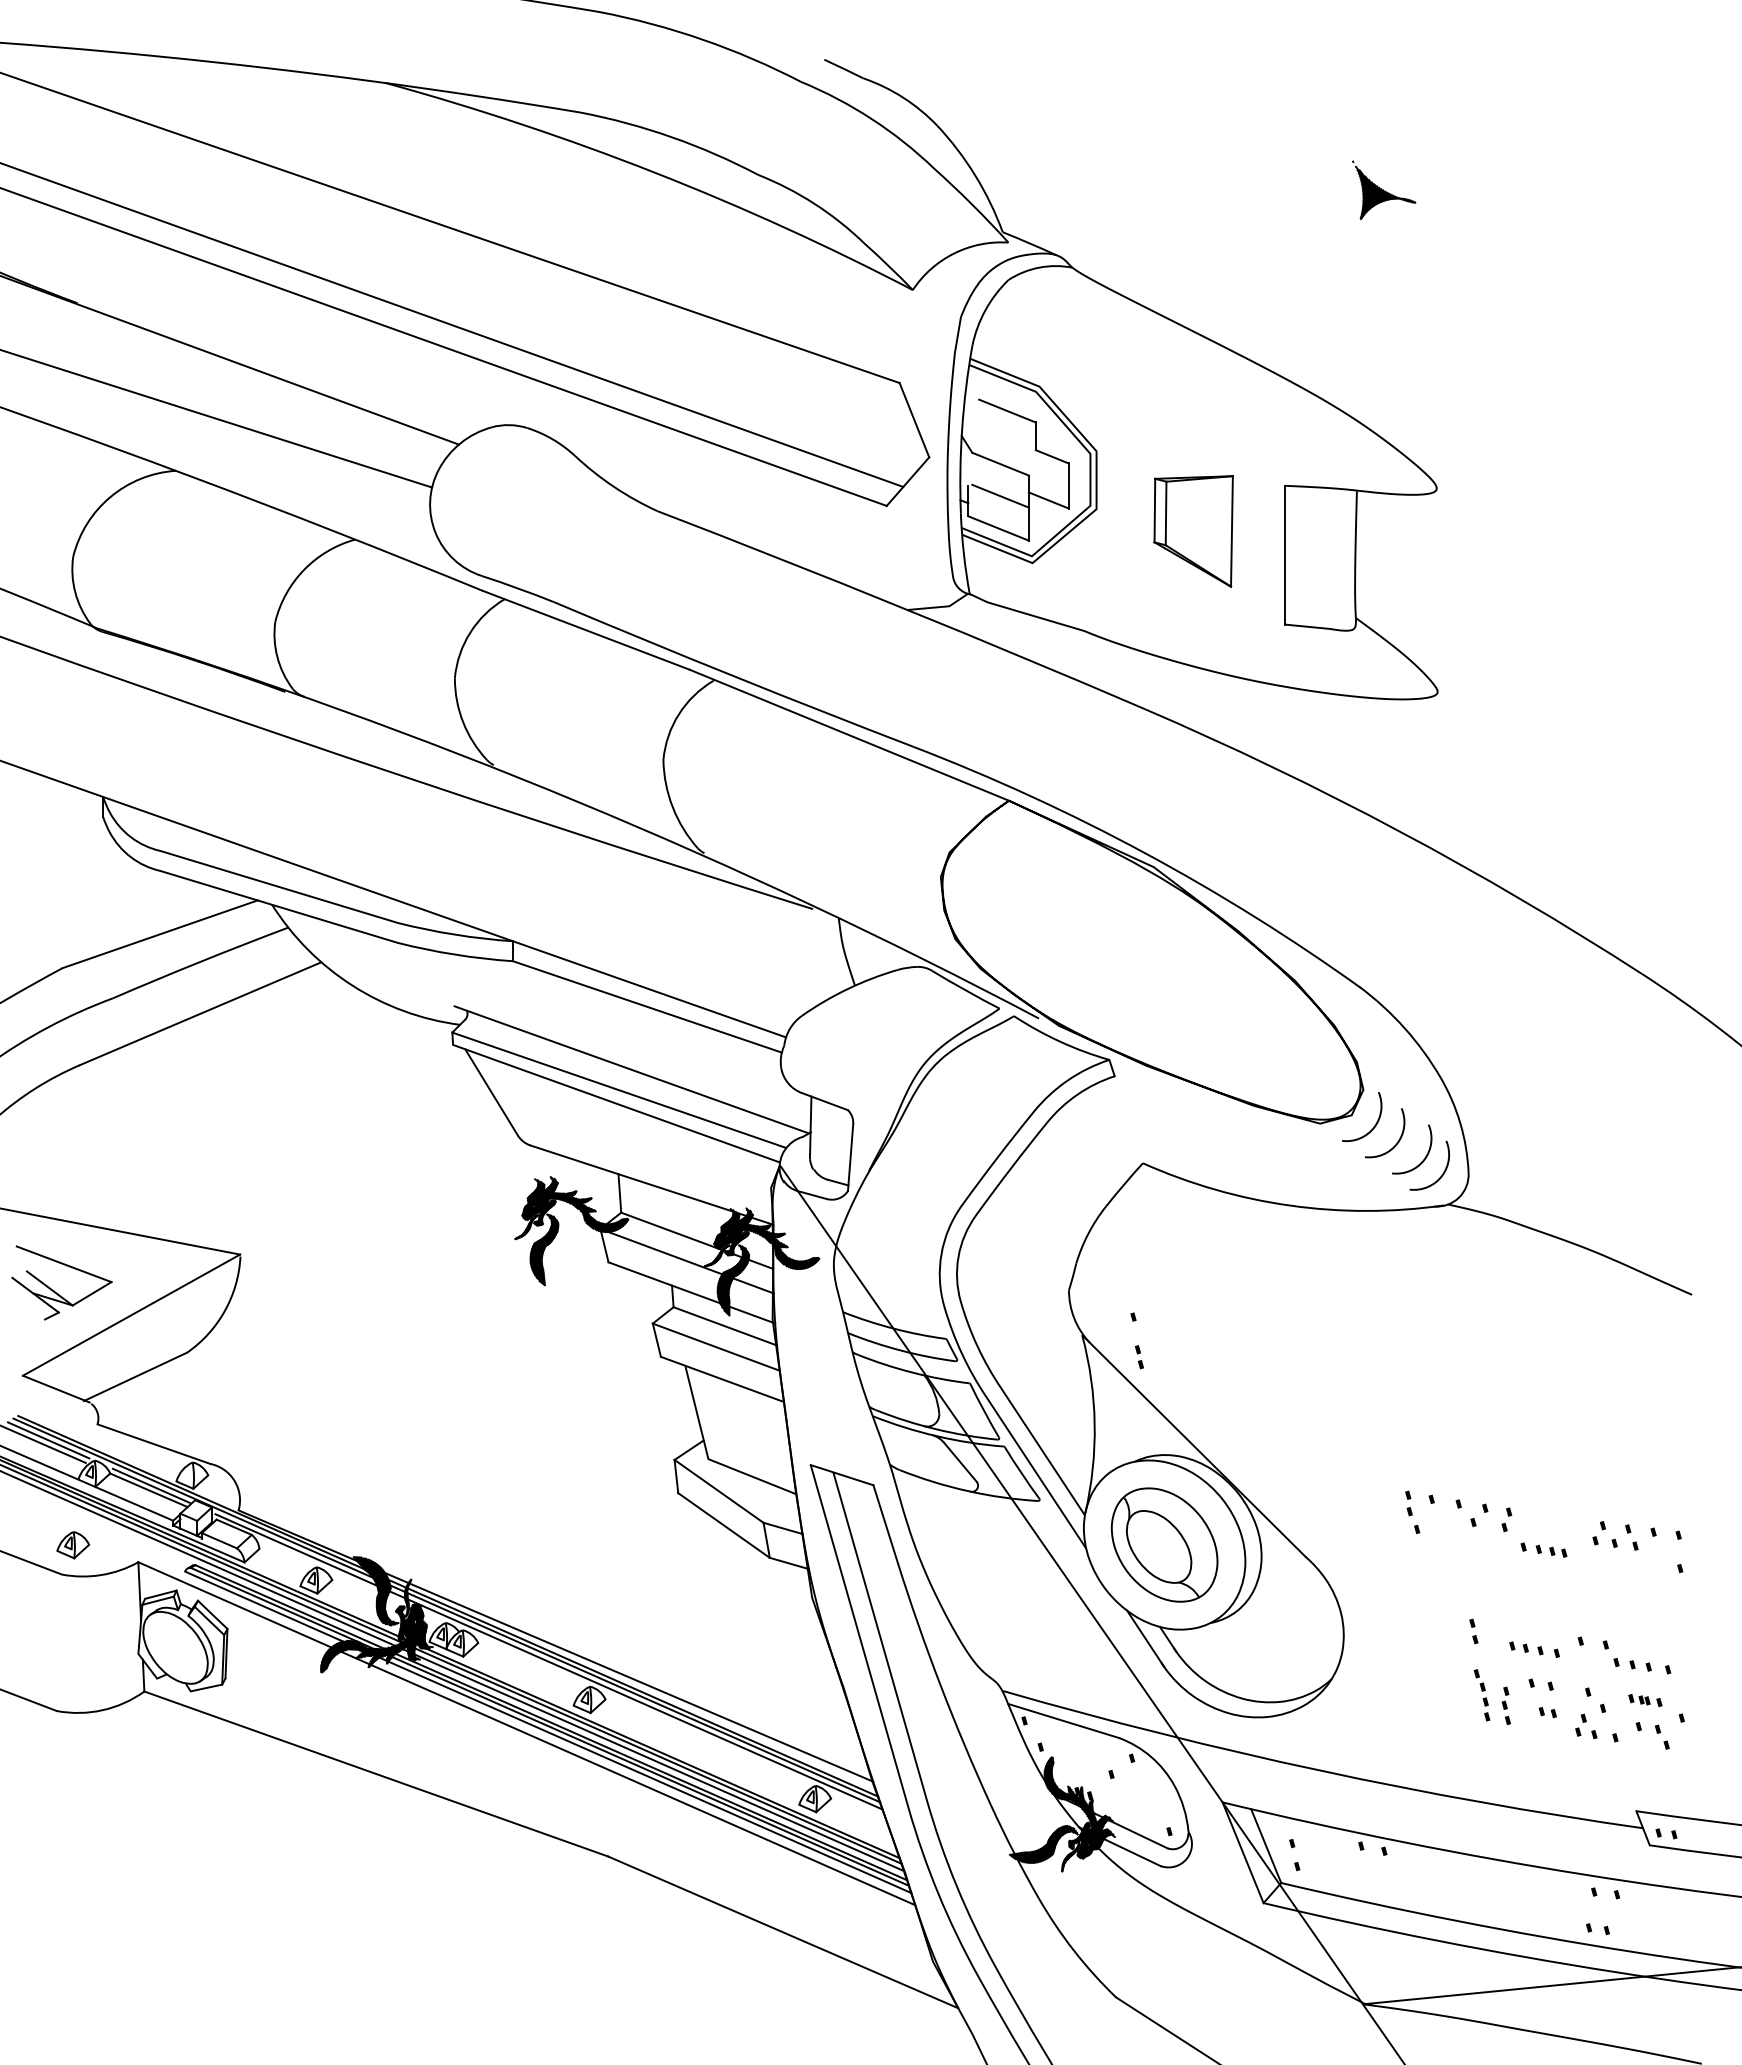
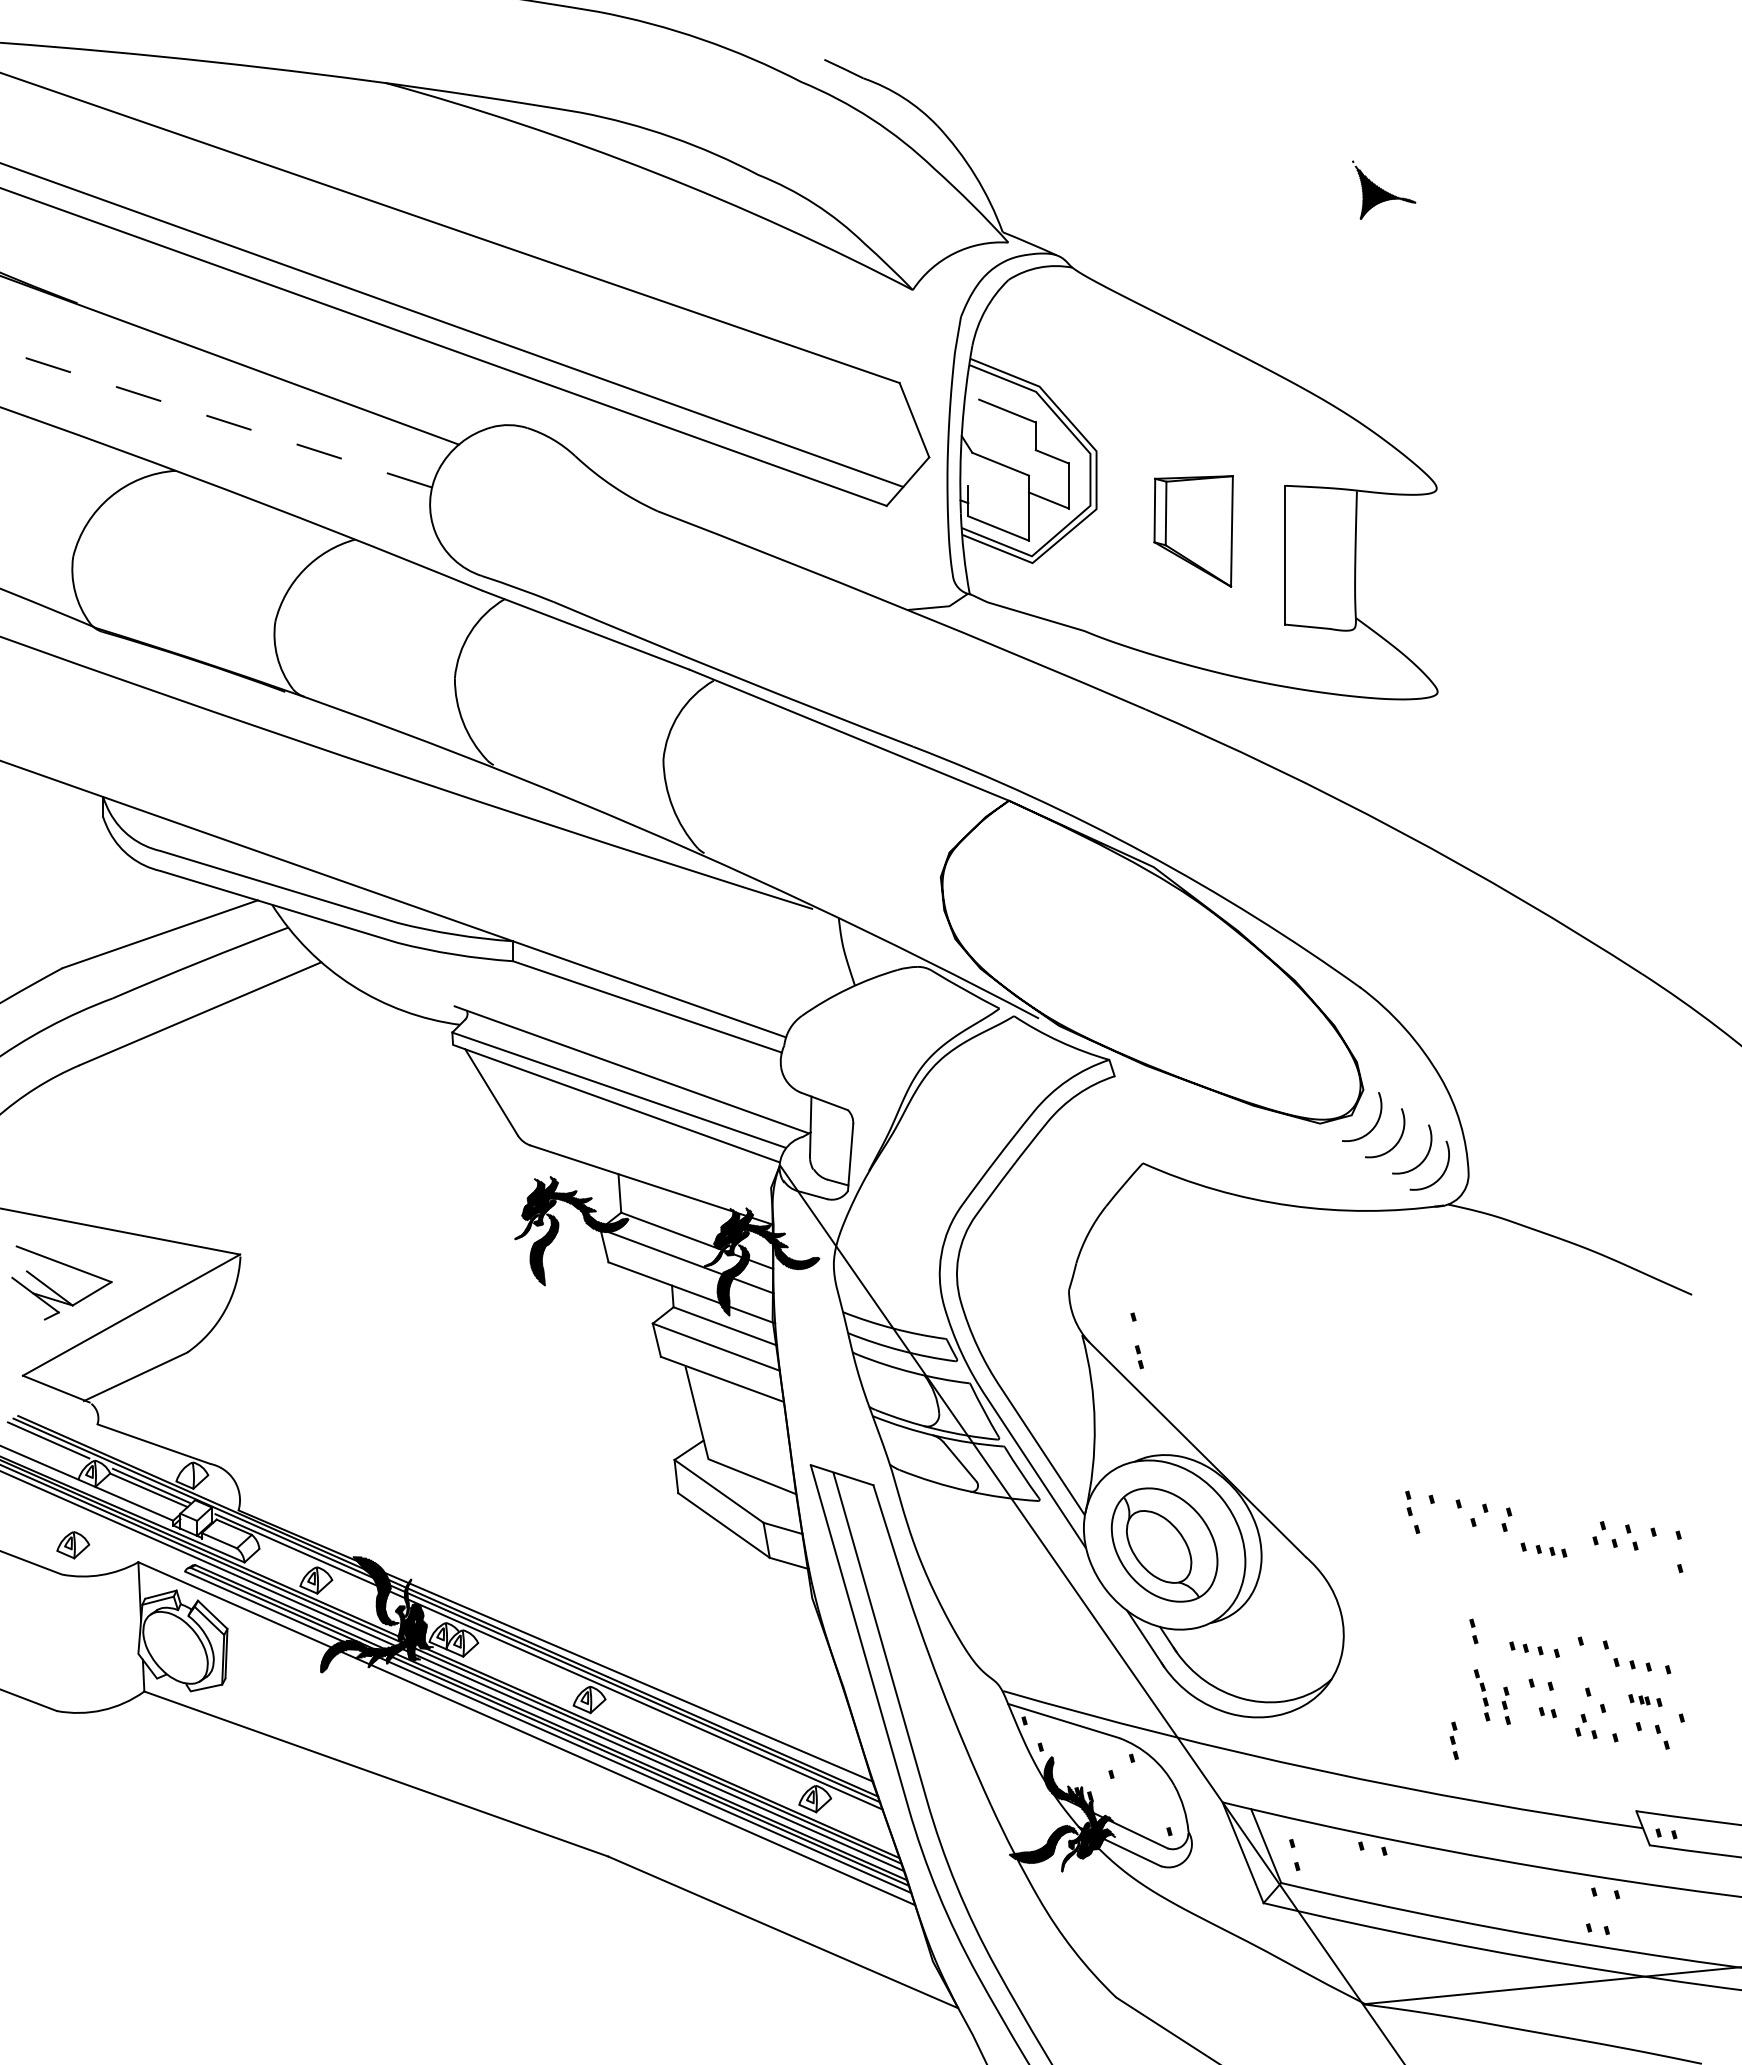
line at (215, 418): solid -> dashed
line at (1000, 495): present -> none
line at (43, 1444): present -> none
part at (1453, 1740): none -> present
